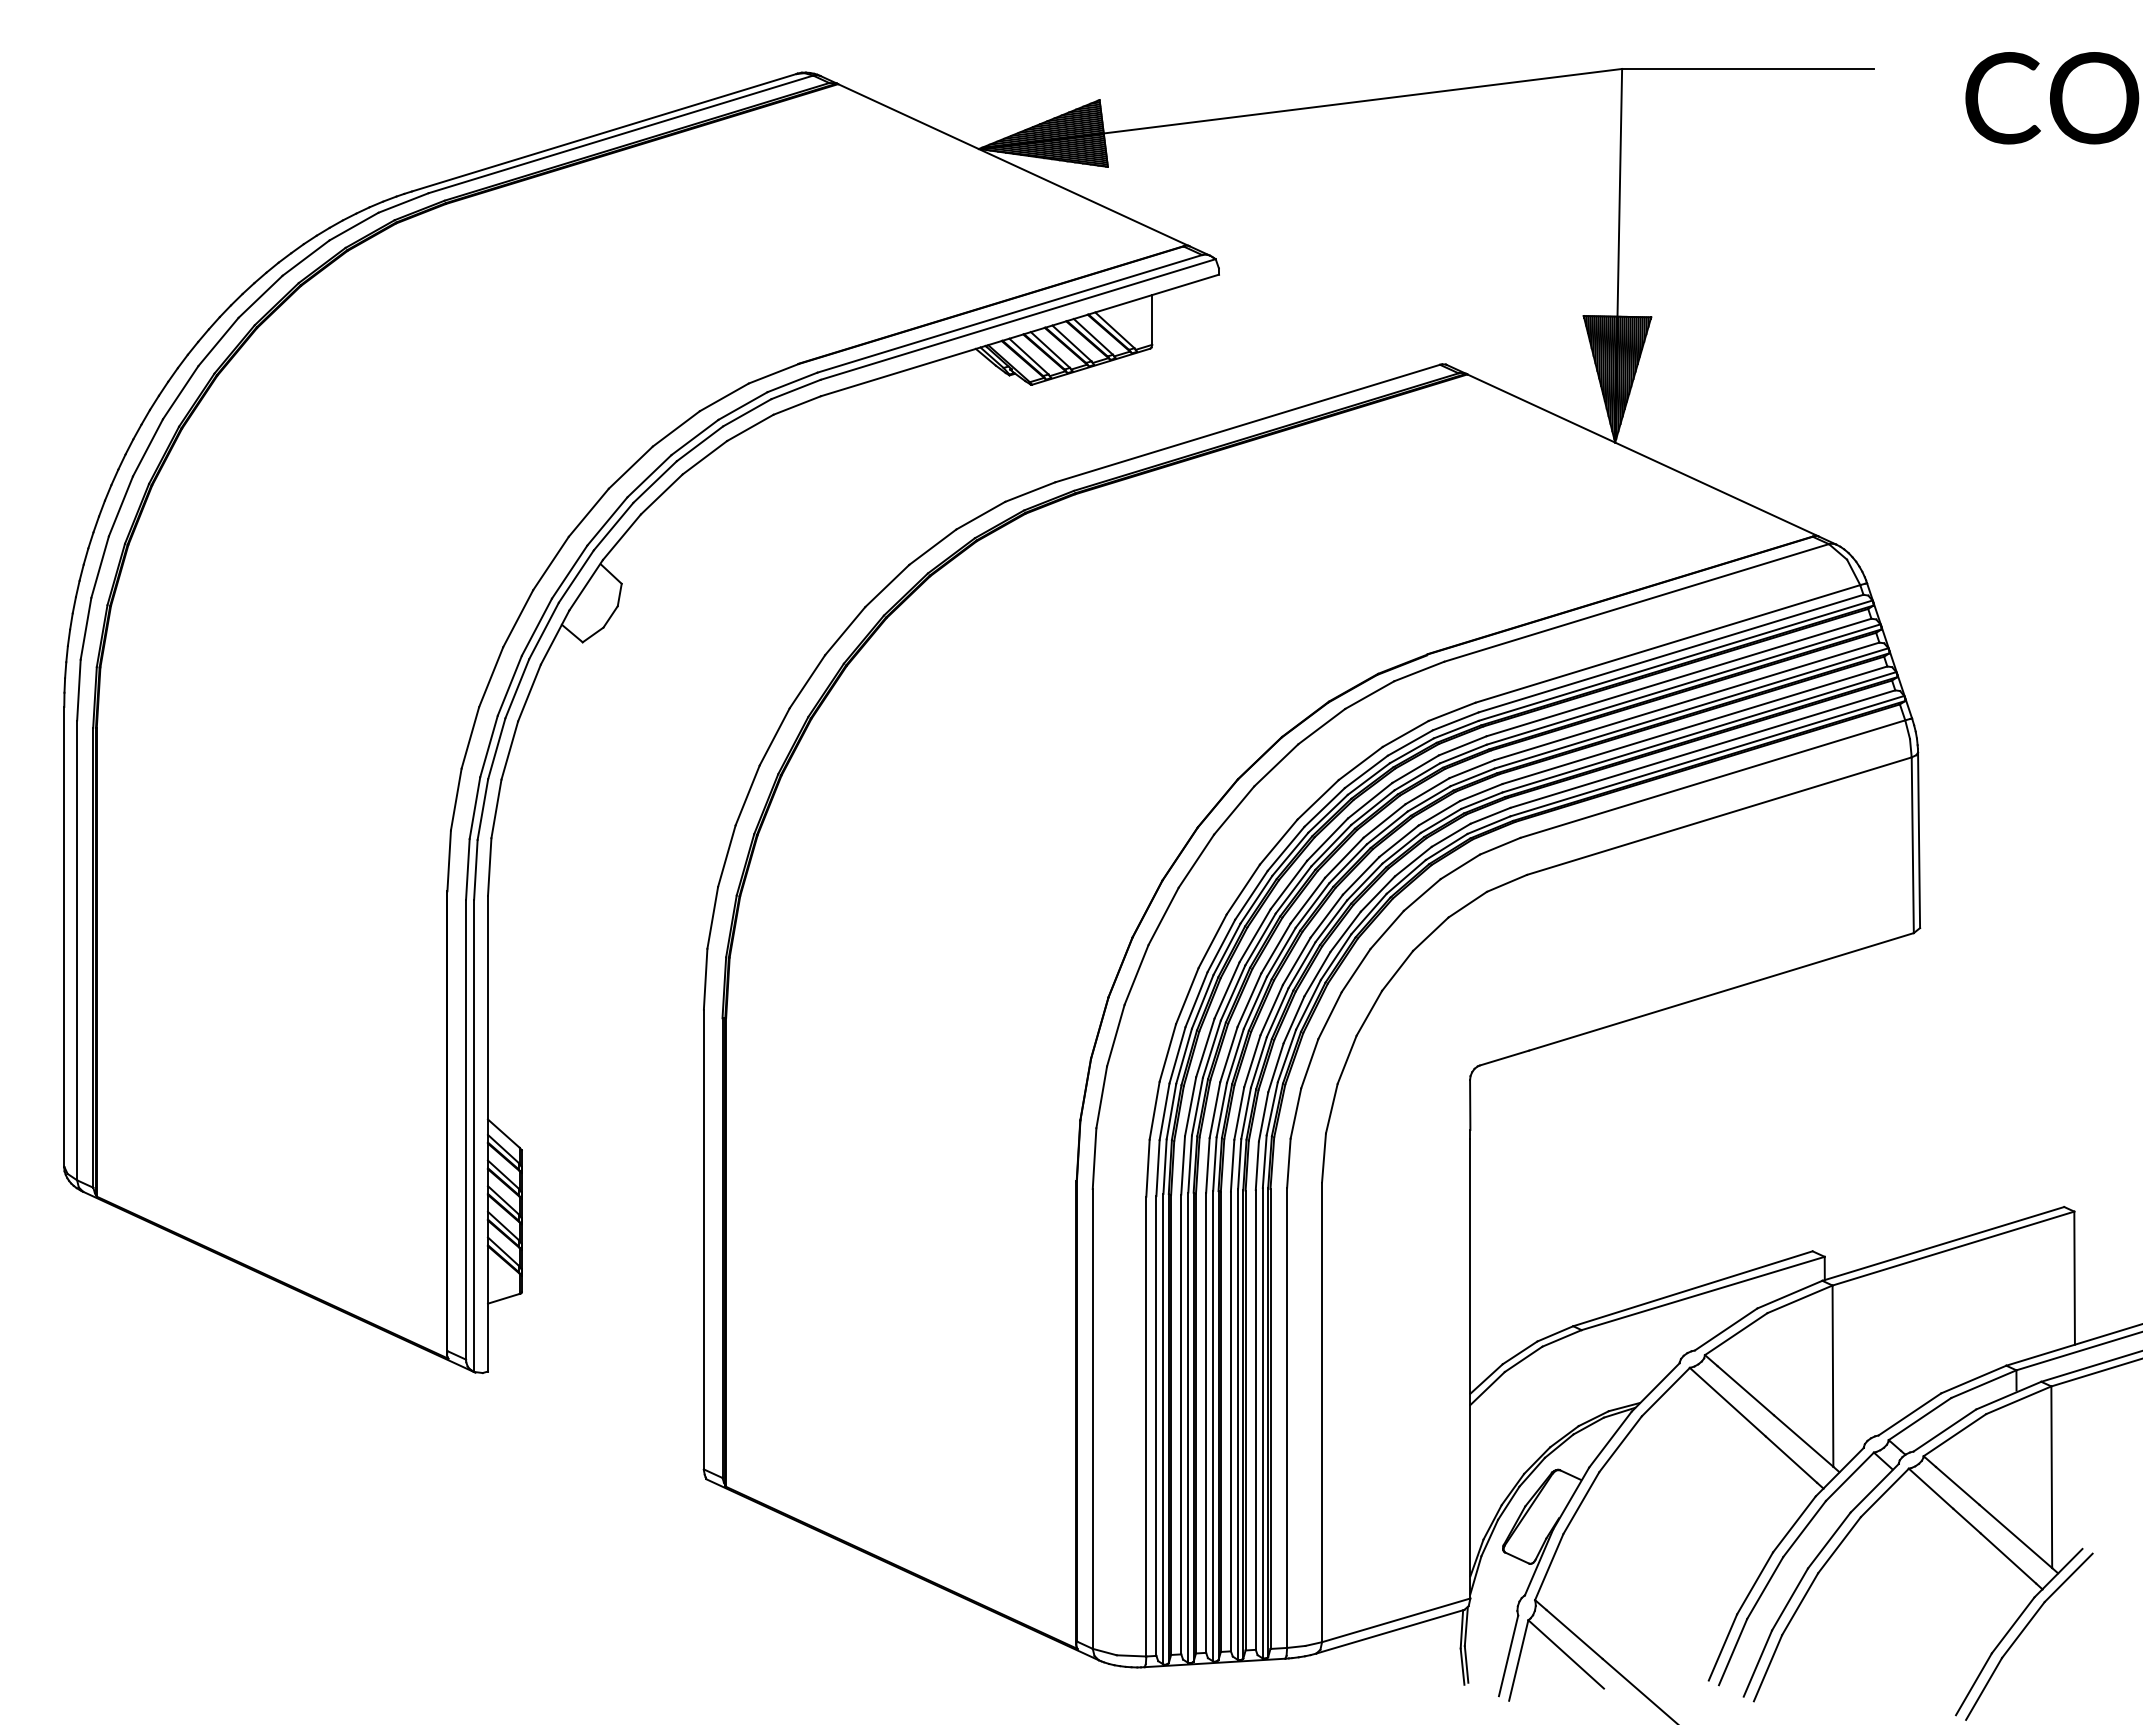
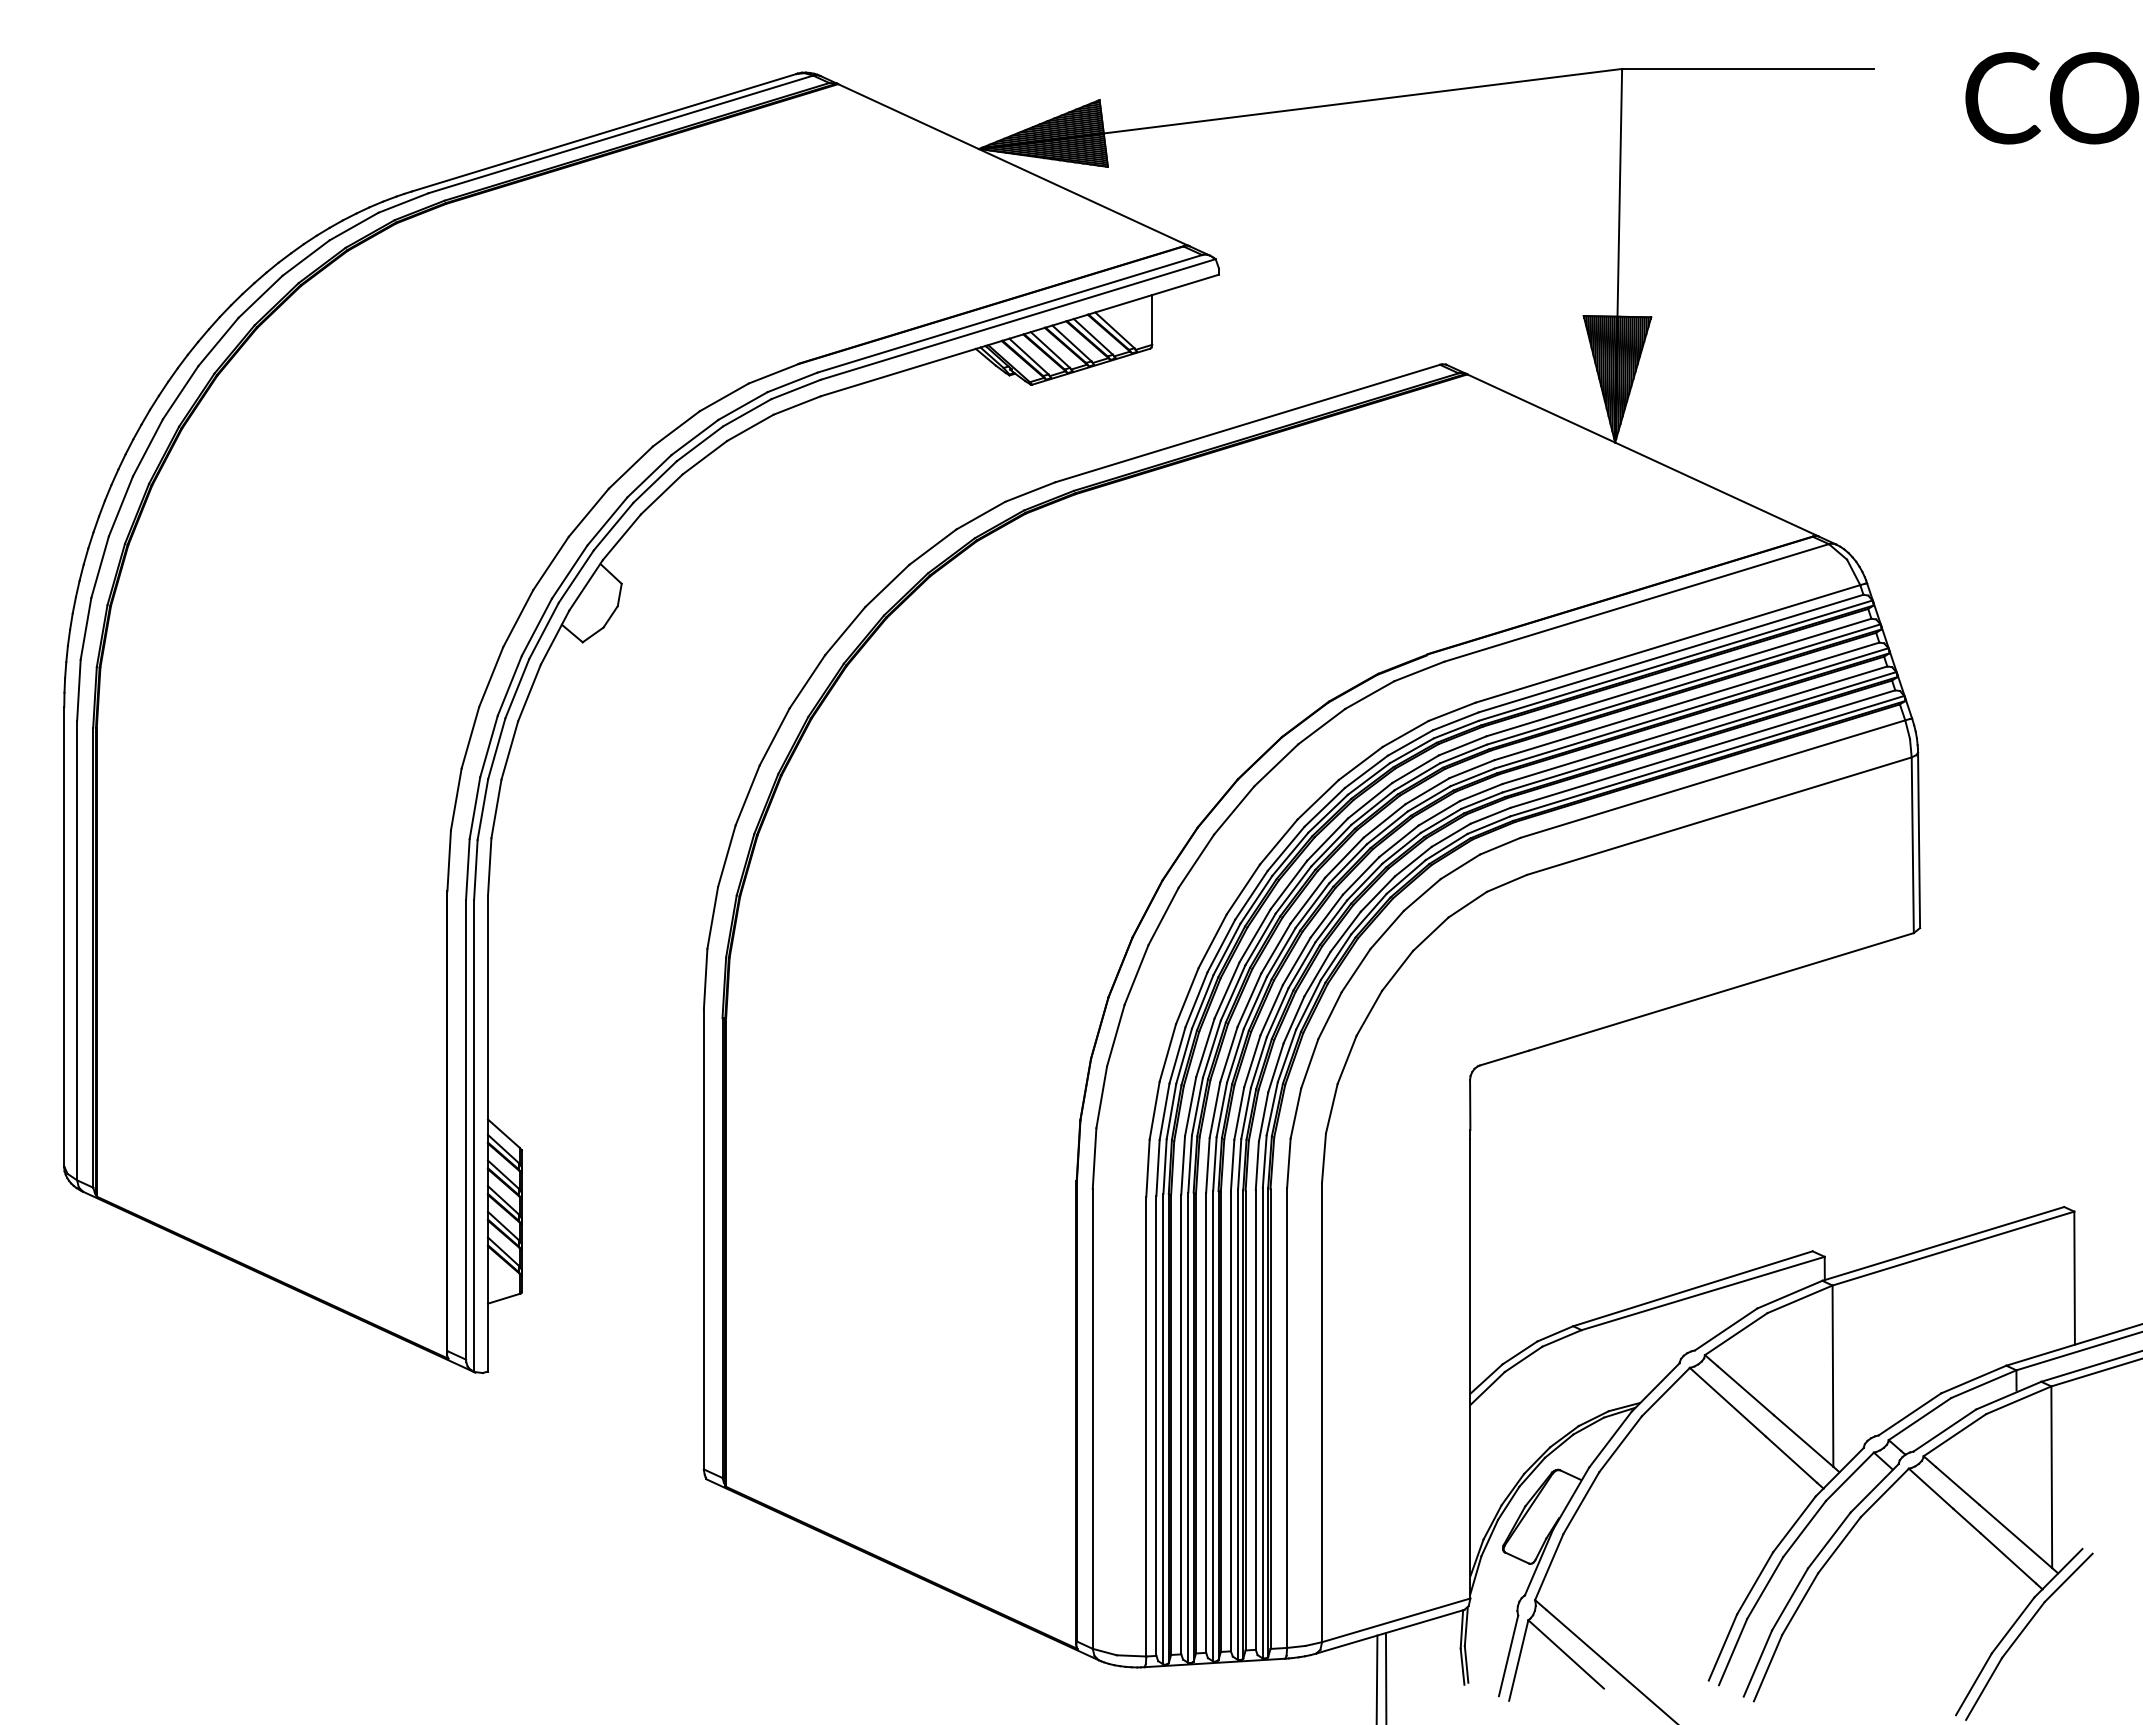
line at (1385, 1677): none -> present
line at (1376, 1678): none -> present
